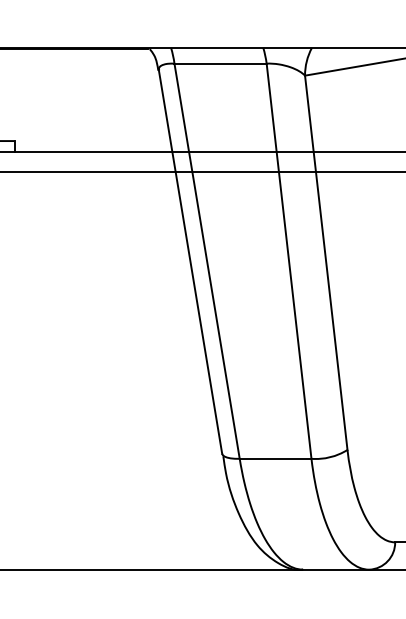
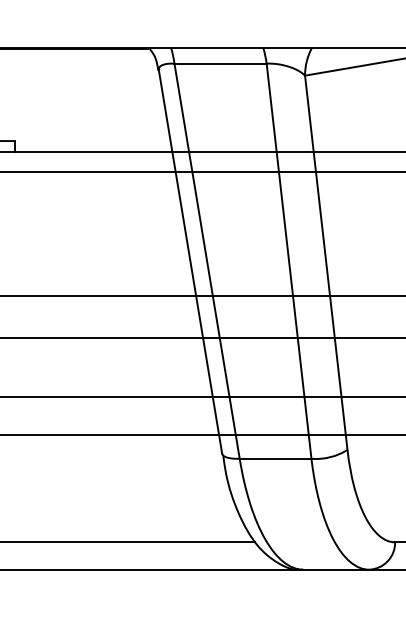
line at (202, 296): none -> present
line at (202, 337): none -> present
line at (202, 396): none -> present
line at (202, 435): none -> present
line at (128, 542): none -> present
